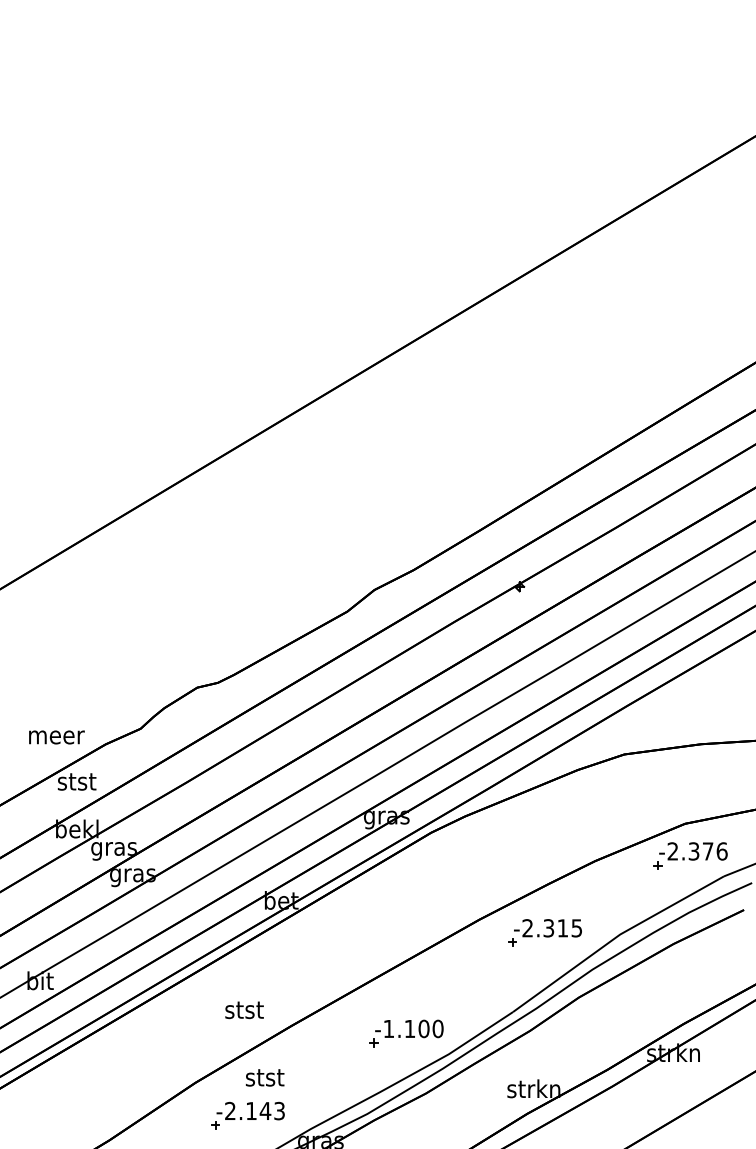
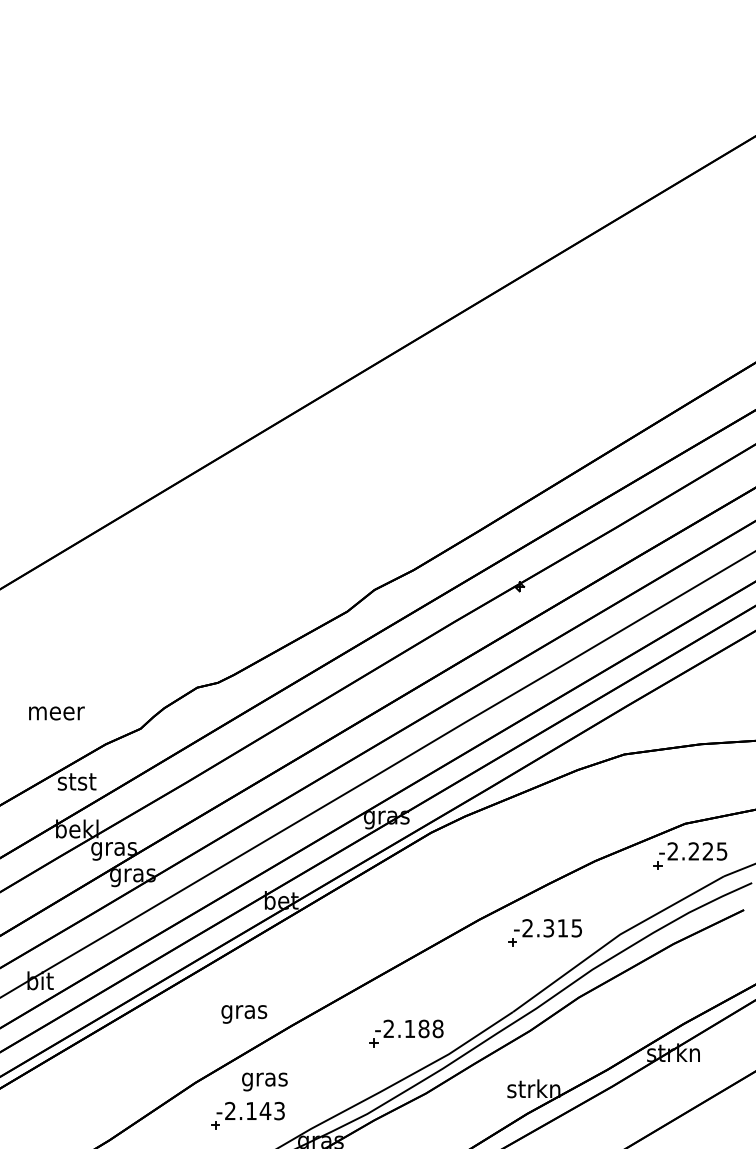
text at (56, 737) position: (56, 737) -> (56, 713)
text at (707, 851): -2.376 -> -2.225
text at (244, 1012): stst -> gras
text at (413, 1028): -1.100 -> -2.188
text at (264, 1080): stst -> gras
